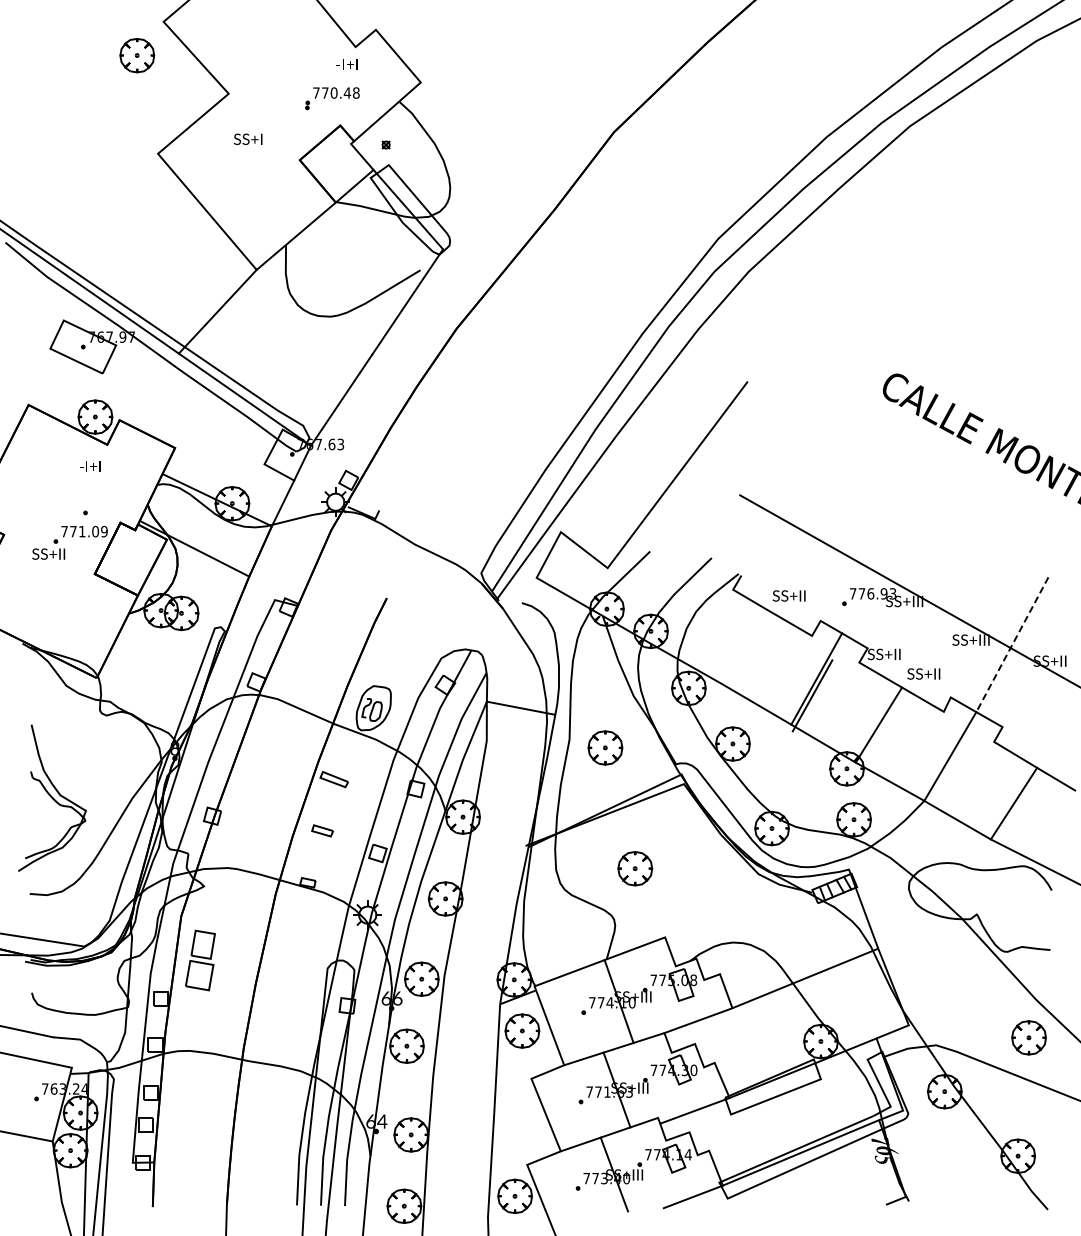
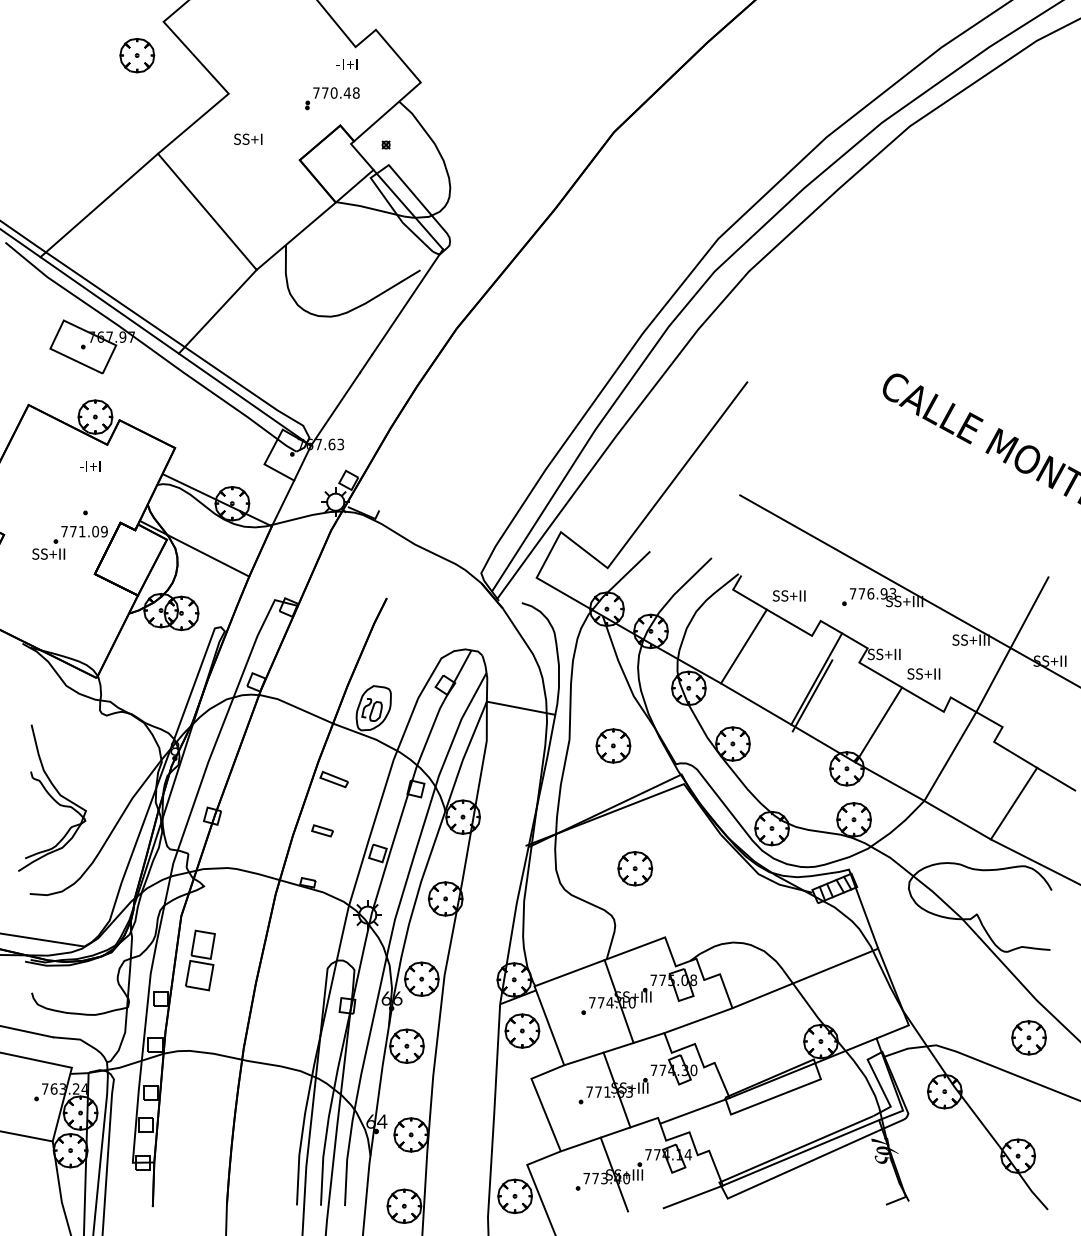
line at (99, 205): none -> present
line at (1012, 645): dashed -> solid
line at (743, 646): none -> present
part at (605, 747) position: (605, 747) -> (613, 745)
